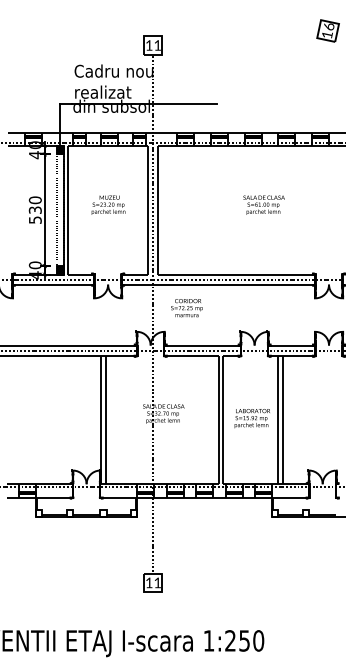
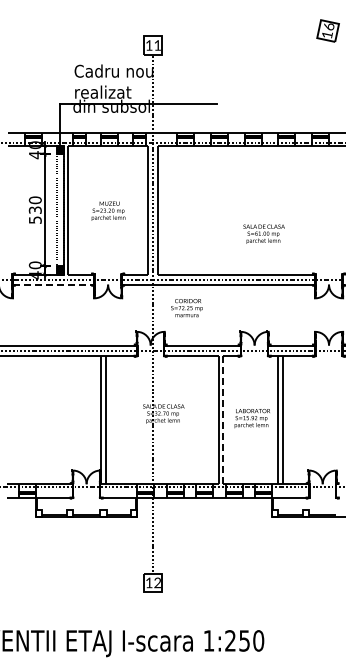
text at (108, 204) position: (108, 204) -> (108, 210)
text at (263, 204) position: (263, 204) -> (263, 233)
line at (53, 284): solid -> dashed
line at (223, 419): solid -> dashed
text at (157, 582): 11 -> 12
